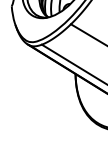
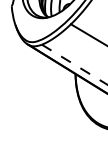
line at (74, 64): solid -> dashed
